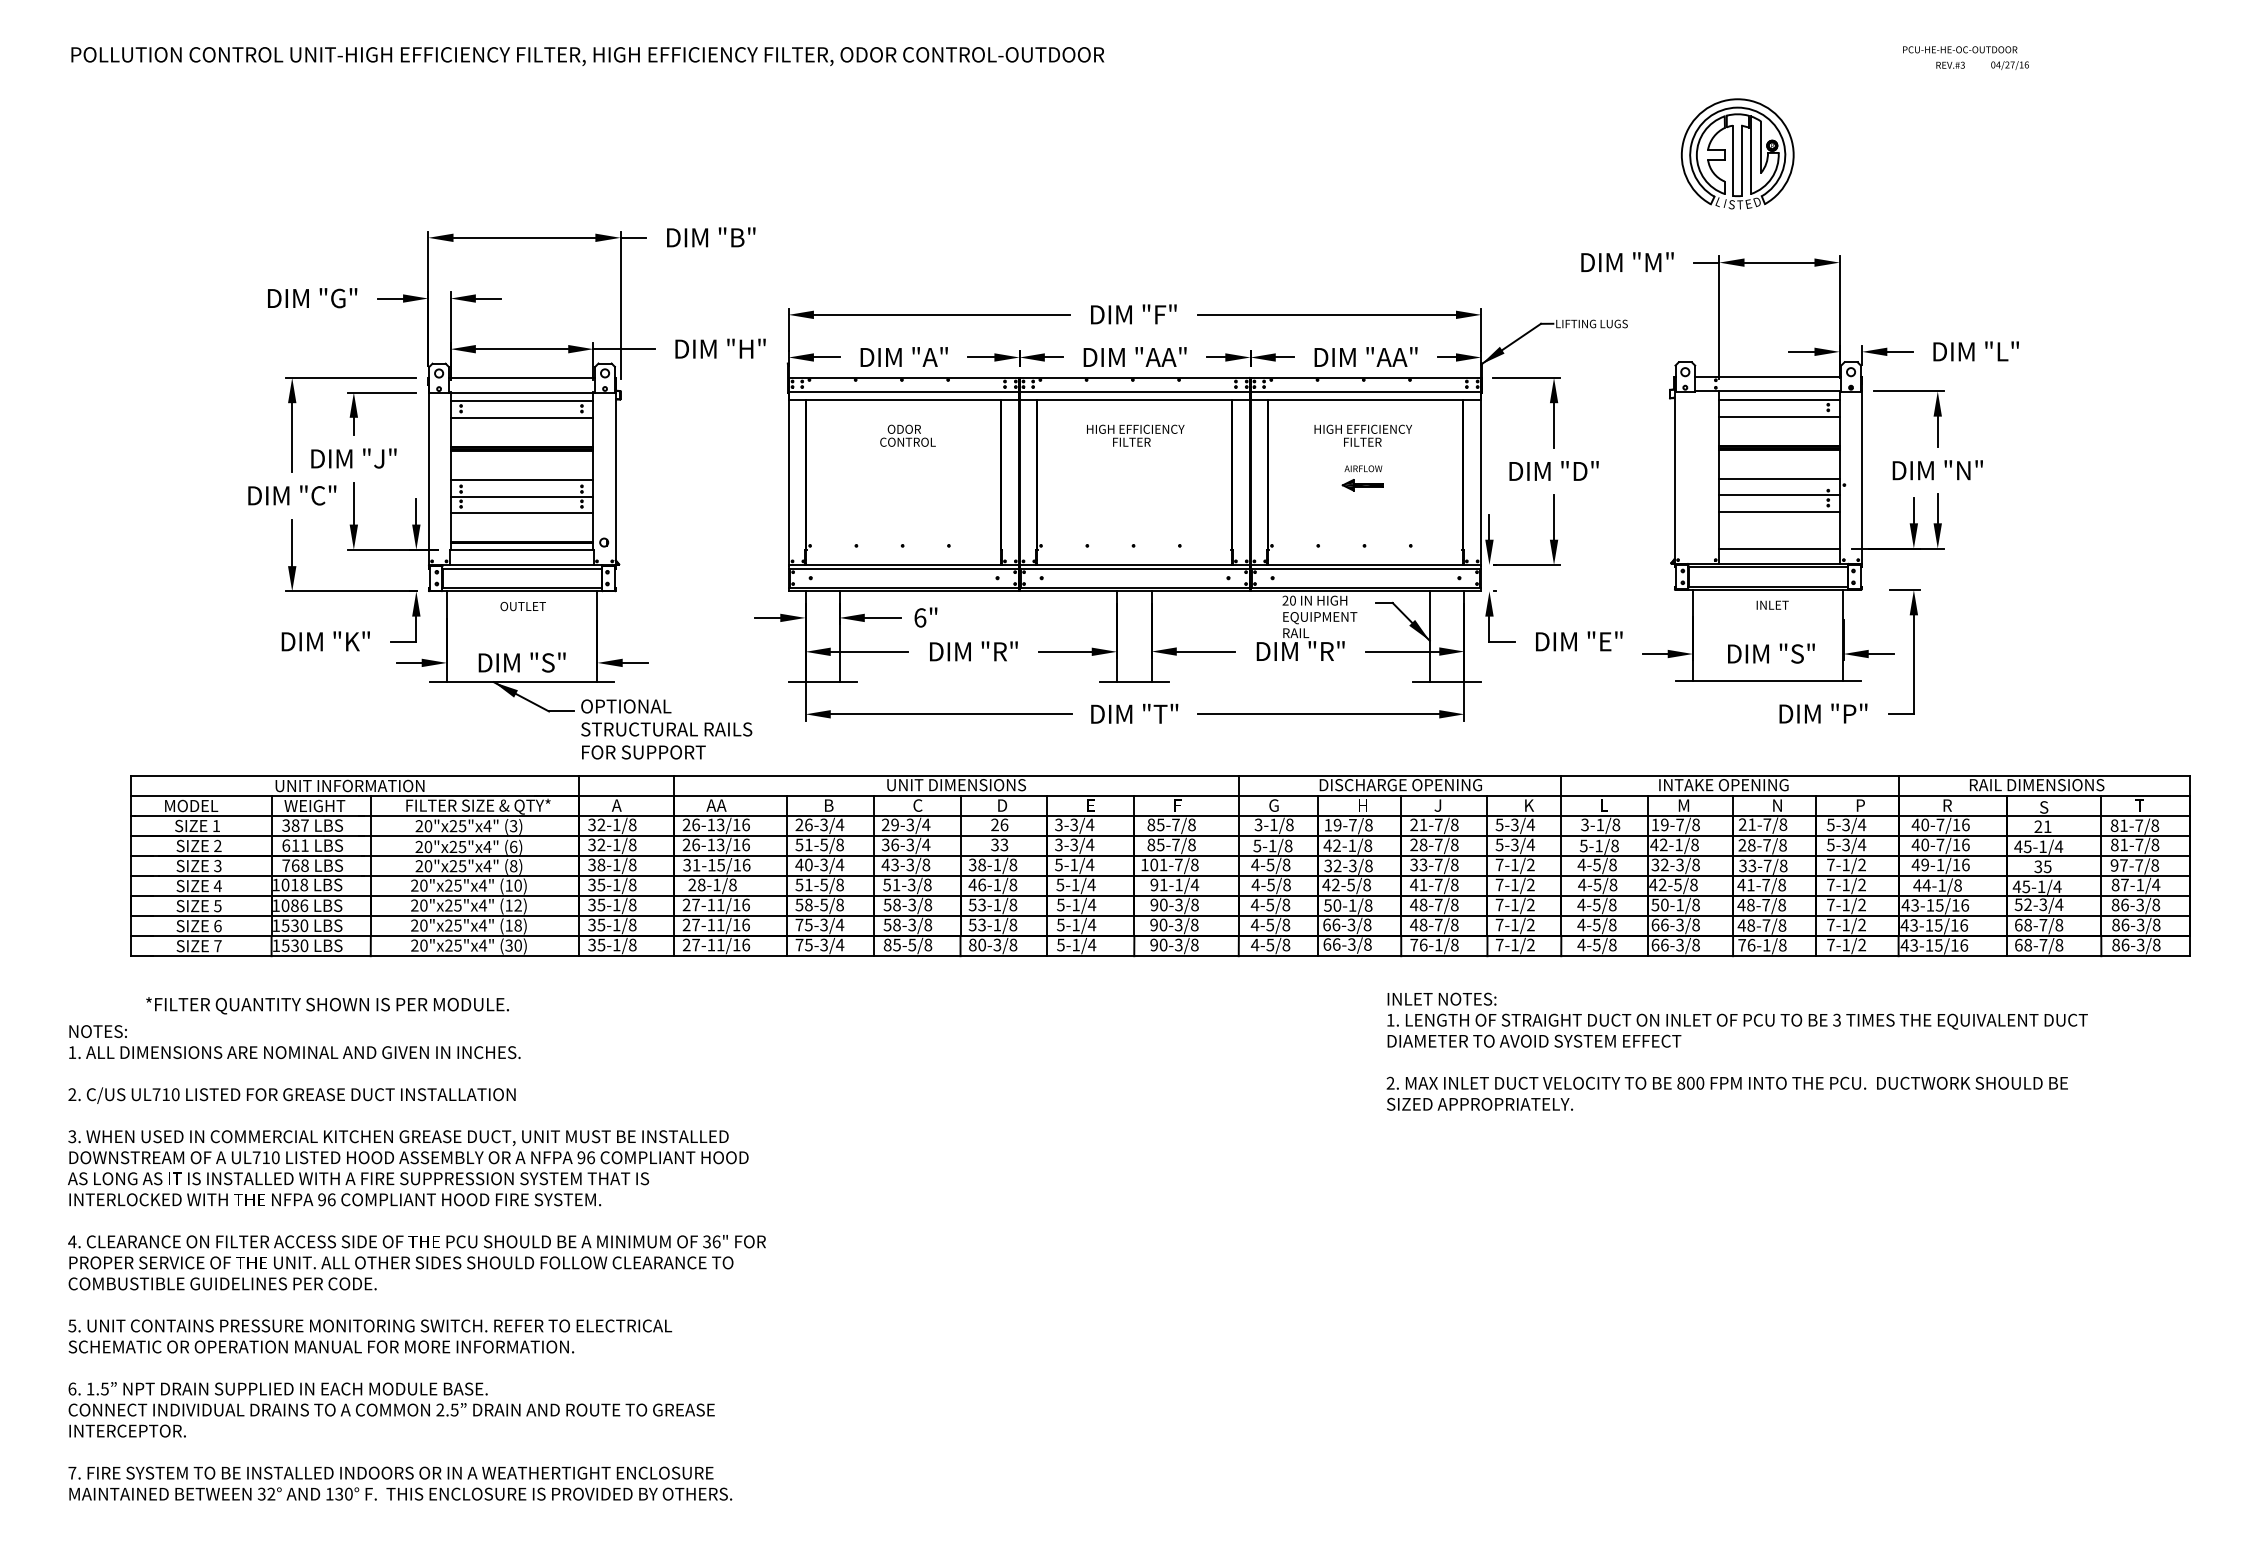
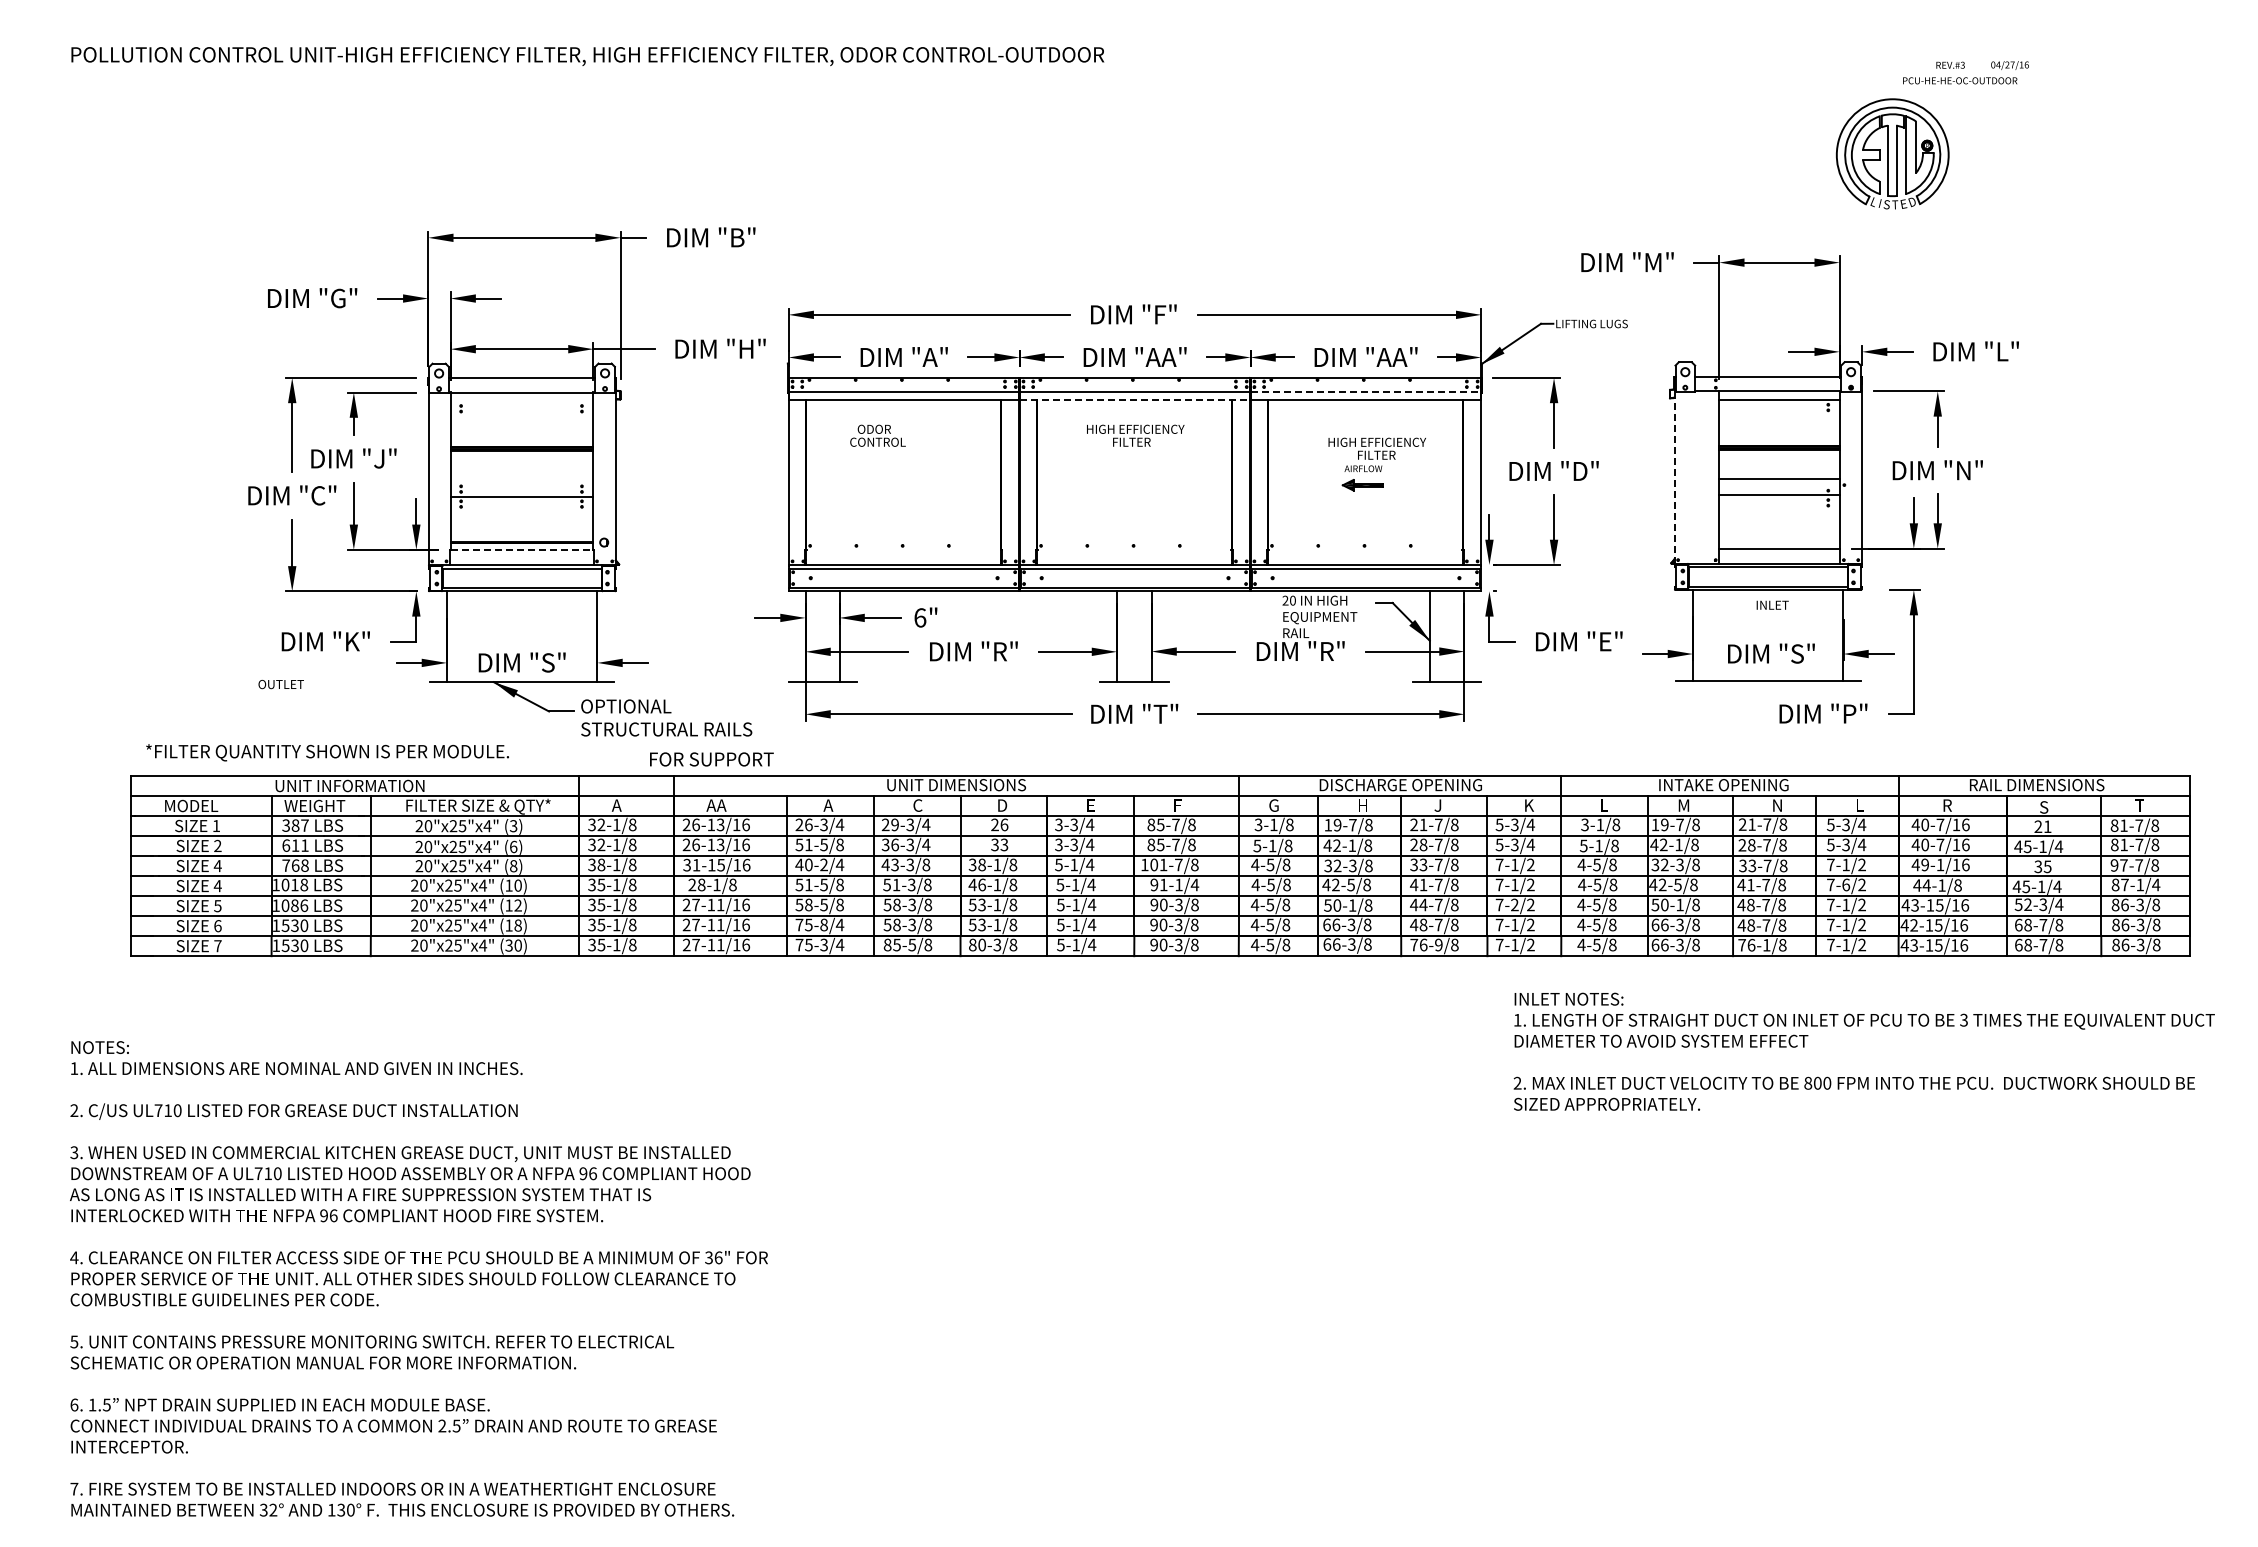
text at (1960, 49) position: (1960, 49) -> (1960, 80)
part at (1737, 153) position: (1737, 153) -> (1892, 153)
line at (1366, 391): solid -> dashed
line at (1135, 399): solid -> dashed
line at (521, 401): present -> none
line at (1779, 416): present -> none
line at (521, 417): present -> none
text at (907, 435) position: (907, 435) -> (877, 435)
text at (1362, 435) position: (1362, 435) -> (1376, 448)
line at (1674, 477): solid -> dashed
line at (521, 480): present -> none
line at (1779, 511): present -> none
line at (521, 513): present -> none
line at (522, 549): solid -> dashed
text at (522, 606) position: (522, 606) -> (280, 684)
text at (643, 752) position: (643, 752) -> (711, 759)
text at (828, 805): B -> A
text at (1860, 805): P -> L
text at (217, 865): 3 -> 4
text at (823, 865): 40-3/4 -> 40-2/4
text at (1846, 884): 7-1/2 -> 7-6/2
text at (1423, 904): 48-7/8 -> 44-7/8
text at (1514, 904): 7-1/2 -> 7-2/2
text at (823, 924): 75-3/4 -> 75-8/4
text at (1913, 925): 43-15/16 -> 42-15/16
text at (1438, 944): 76-1/8 -> 76-9/8
text at (327, 1005) position: (327, 1005) -> (327, 752)
text at (1736, 1051) position: (1736, 1051) -> (1863, 1051)
text at (416, 1262) position: (416, 1262) -> (418, 1278)
